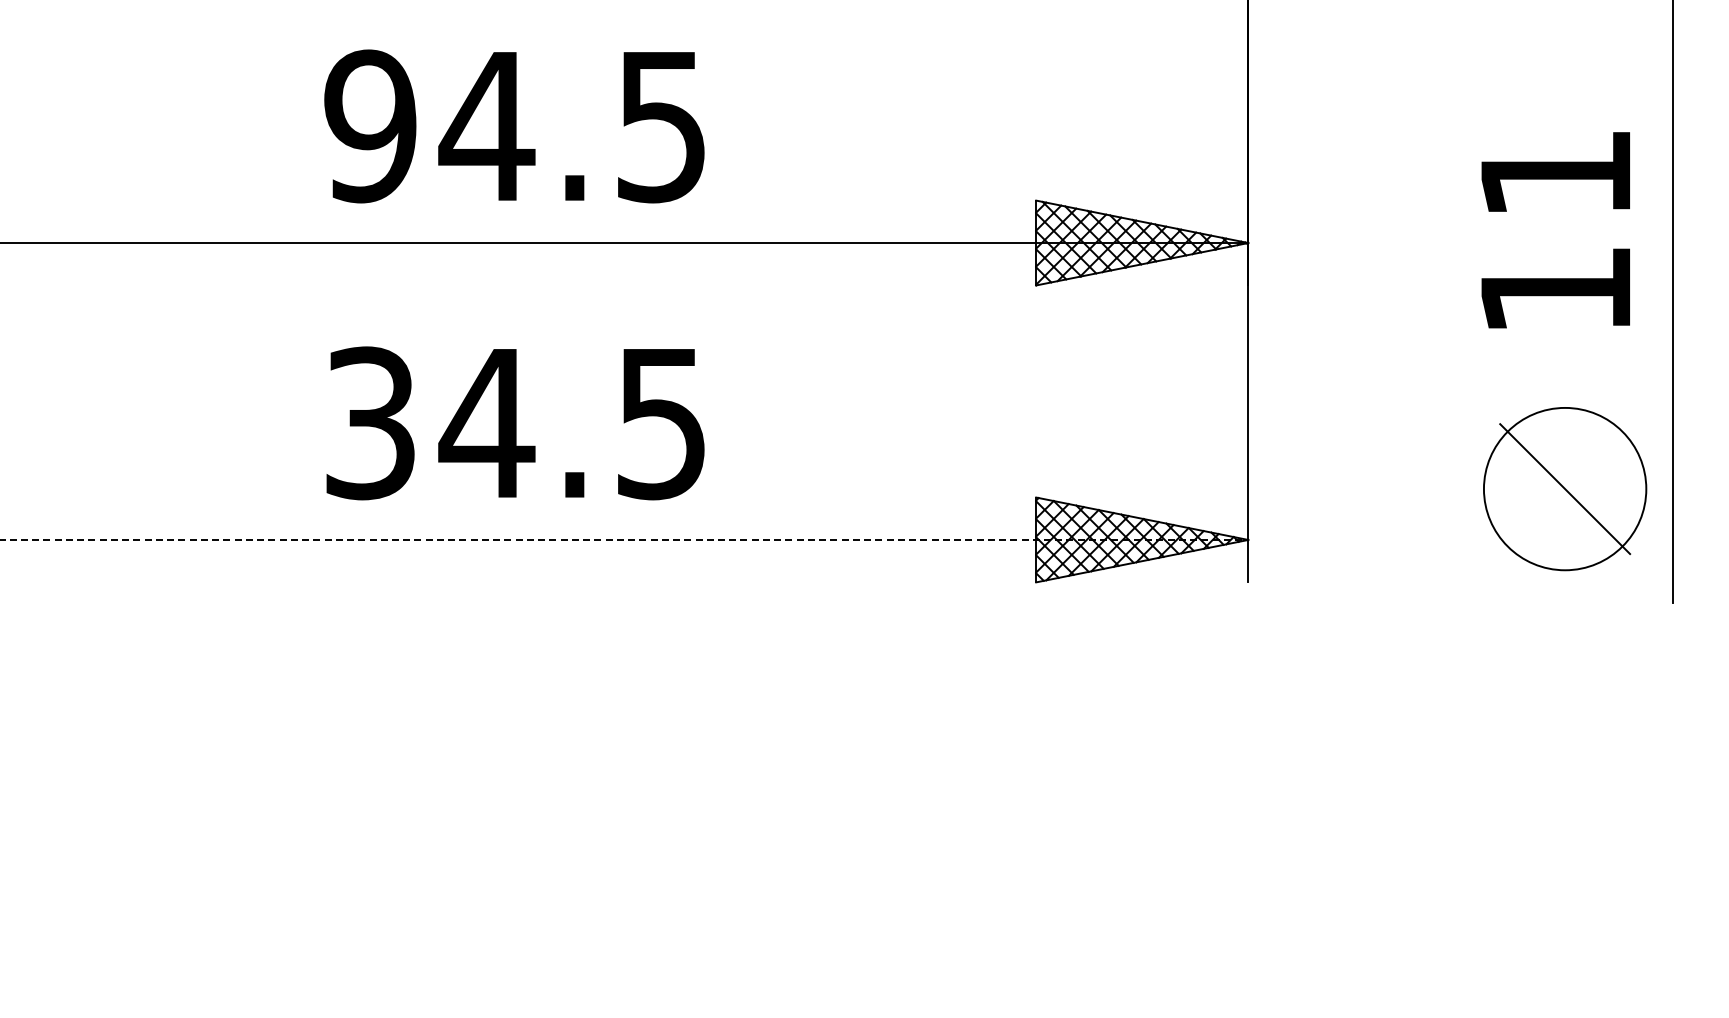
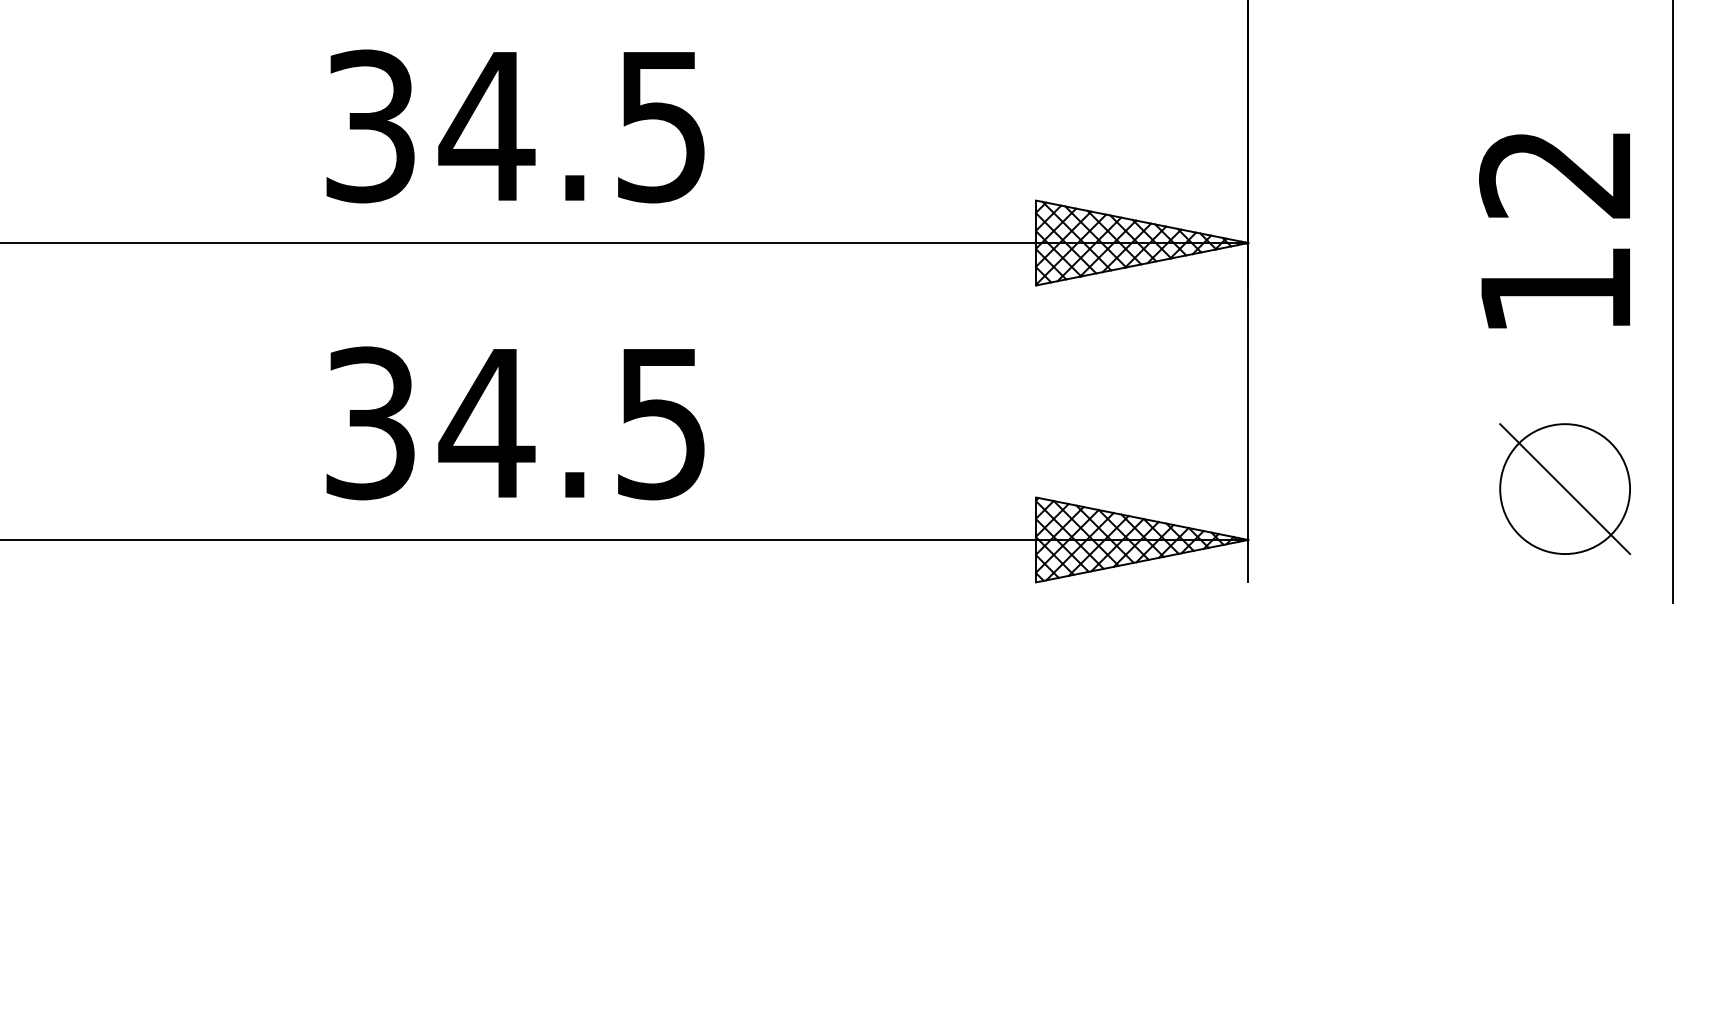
text at (370, 126): 94.5 -> 34.5
text at (1554, 175): 11 -> 12
circle at (1564, 488) diameter: 162 px -> 130 px
line at (624, 539): dashed -> solid
